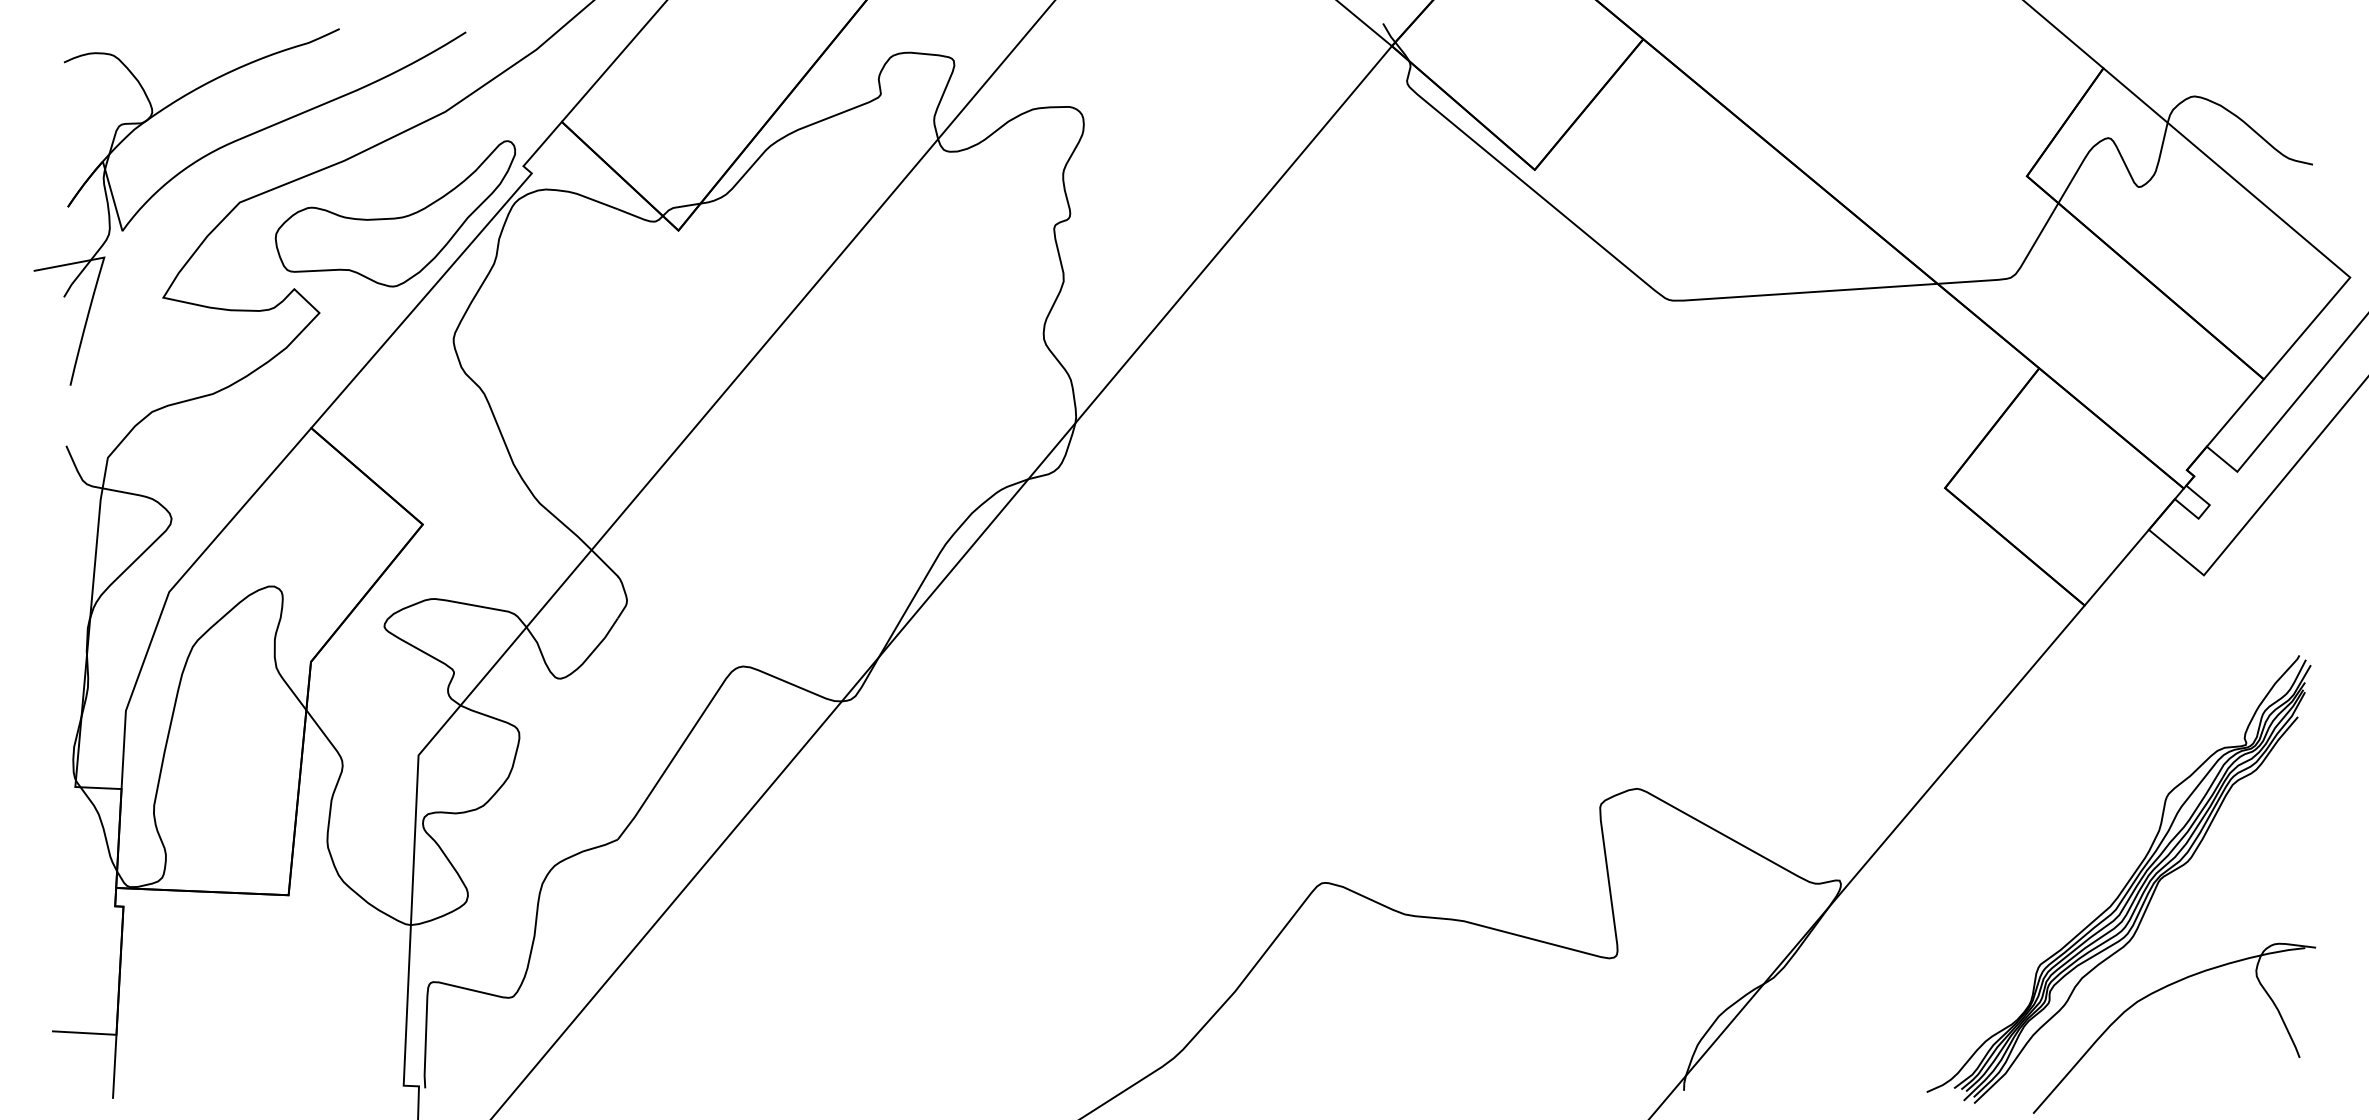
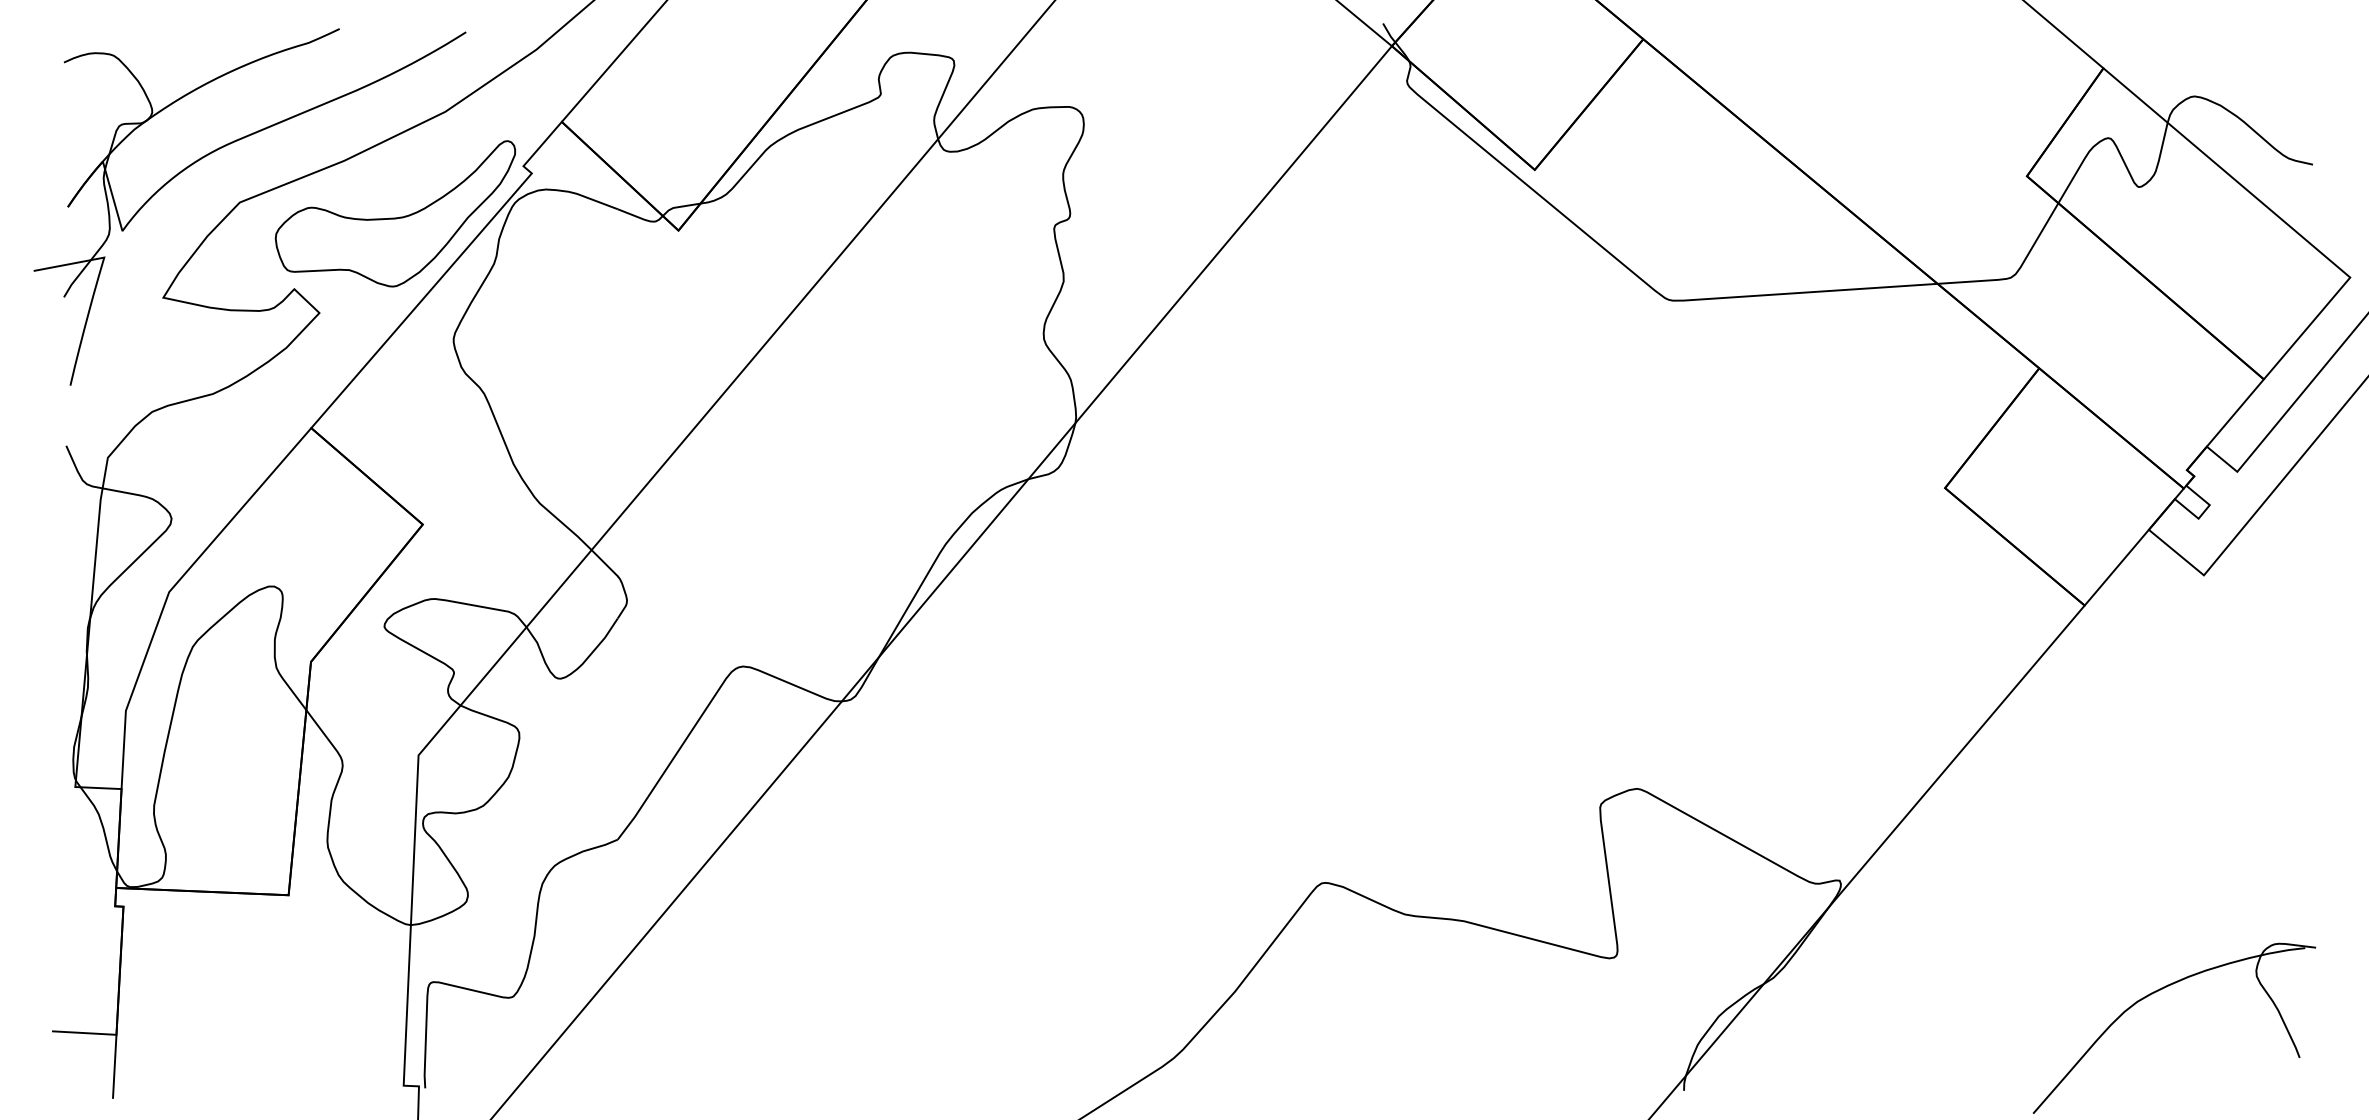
part at (2124, 885): present -> none
